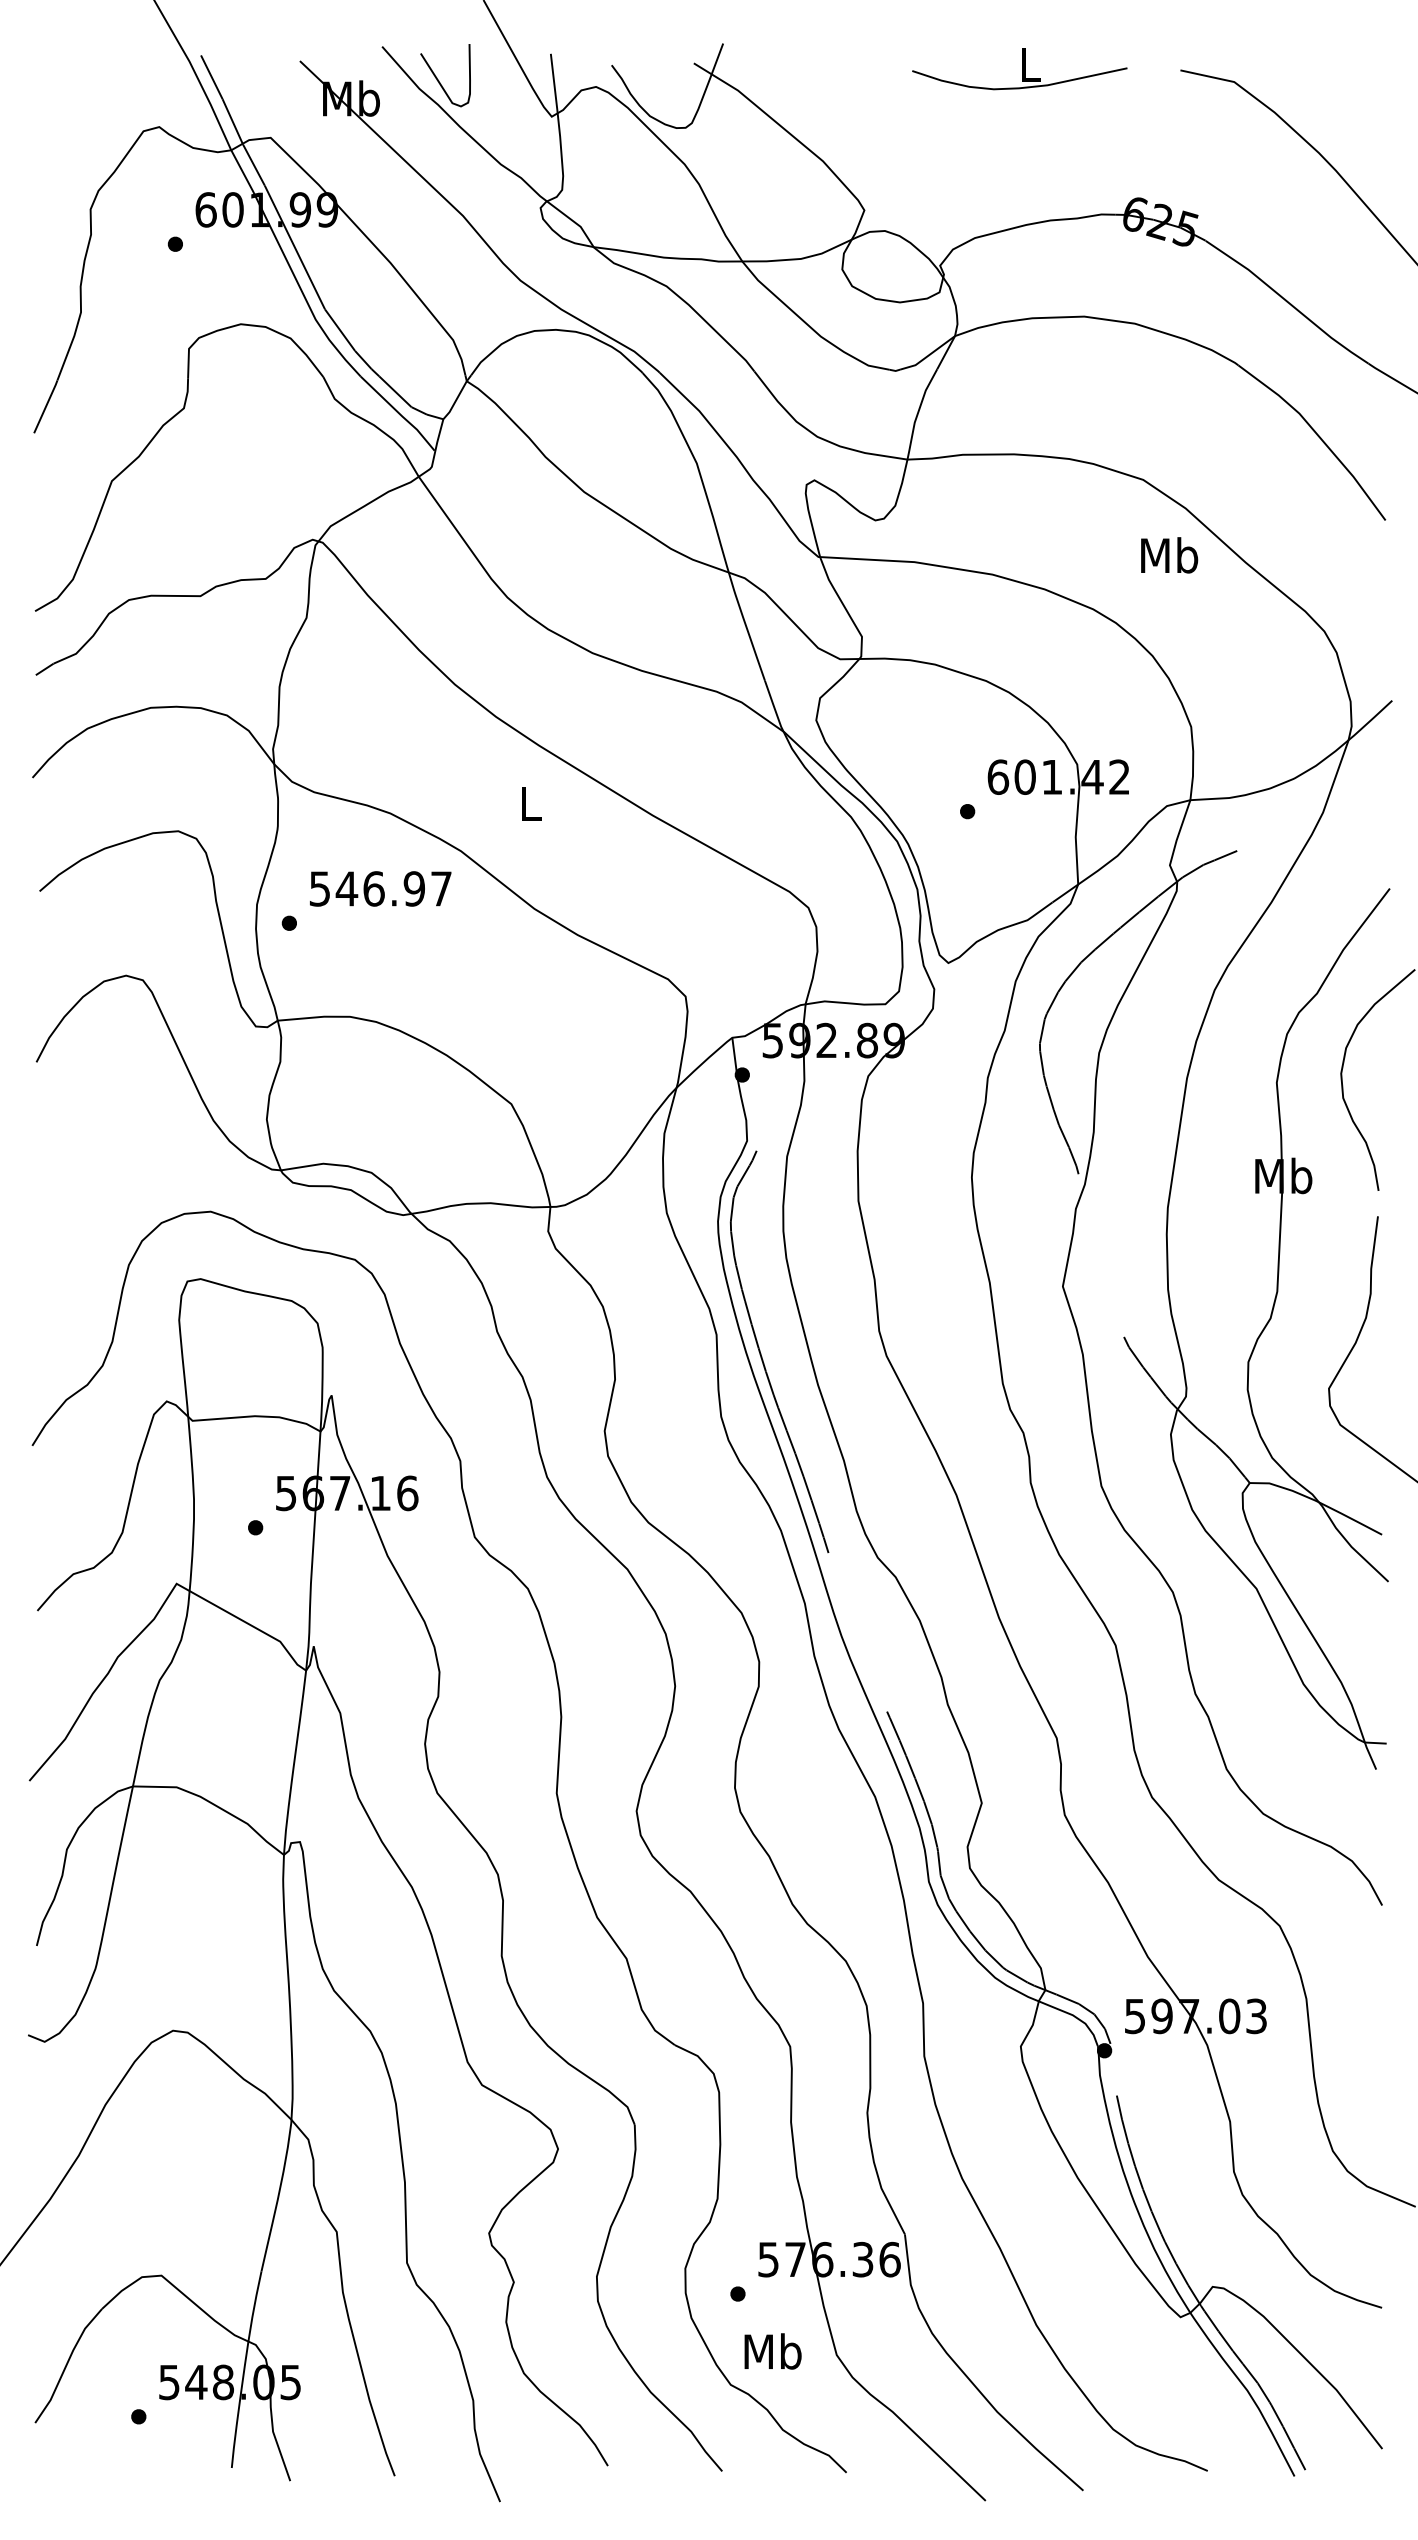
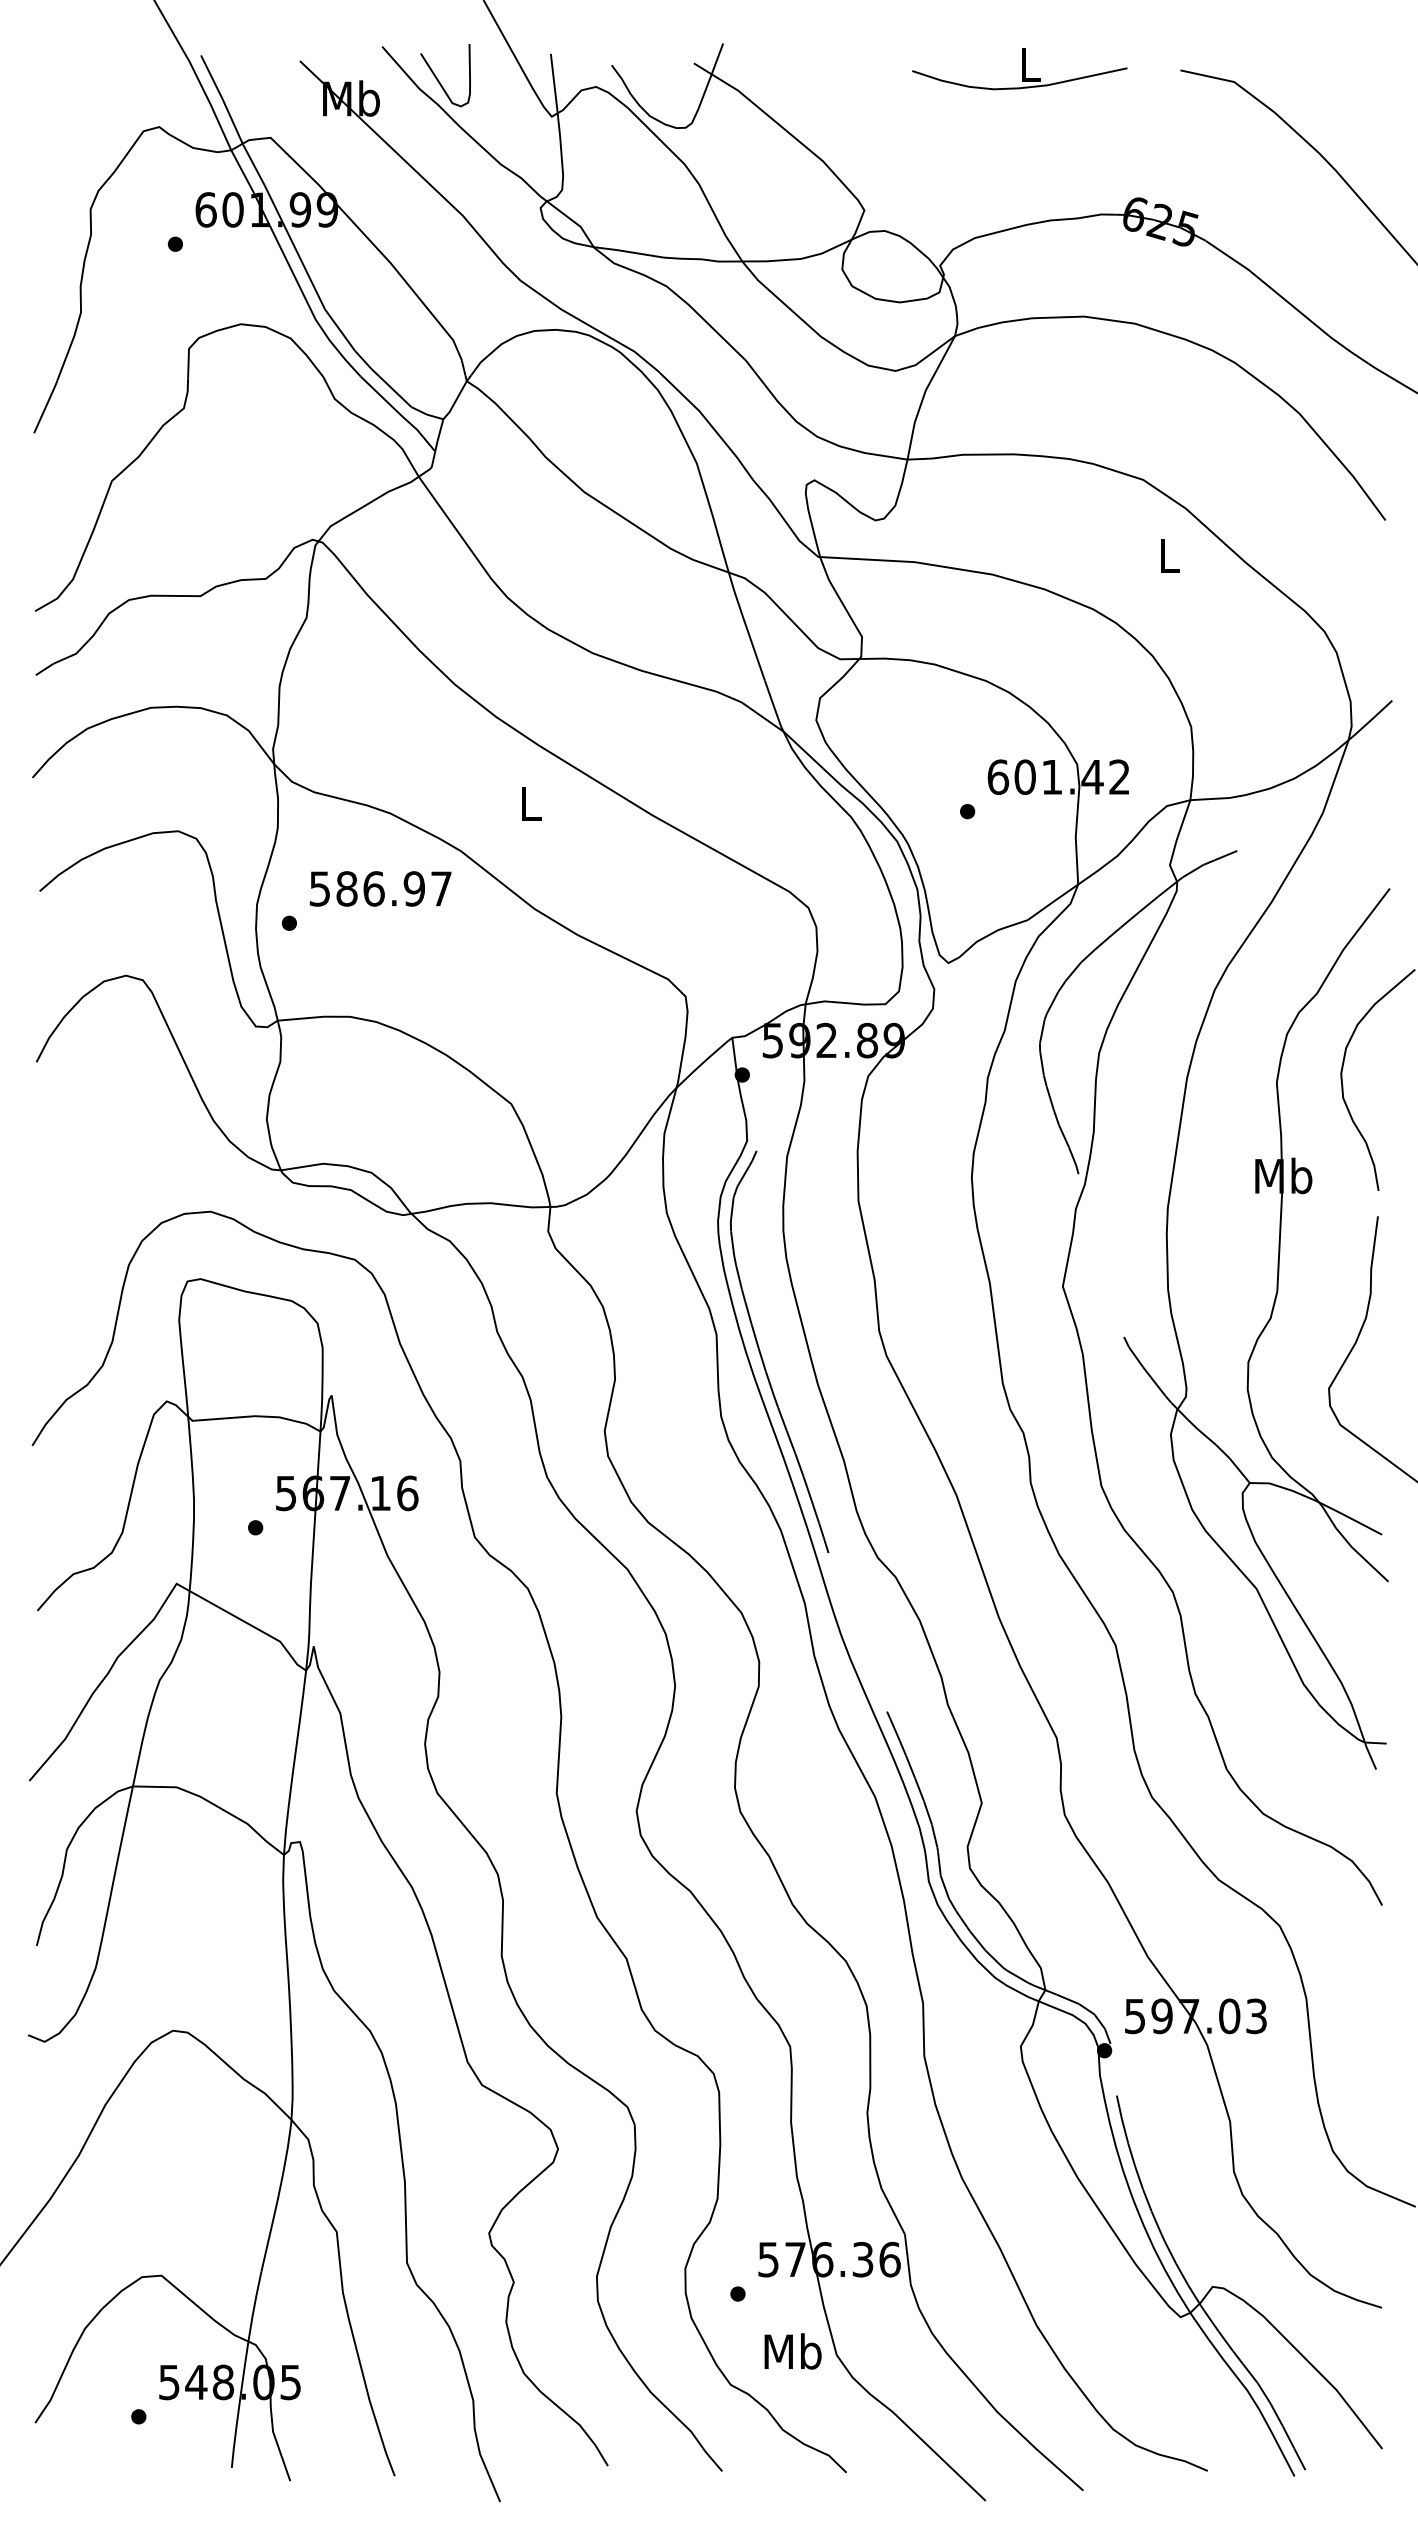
text at (1169, 555): Mb -> L
text at (346, 888): 546.97 -> 586.97
text at (772, 2351) position: (772, 2351) -> (792, 2351)
